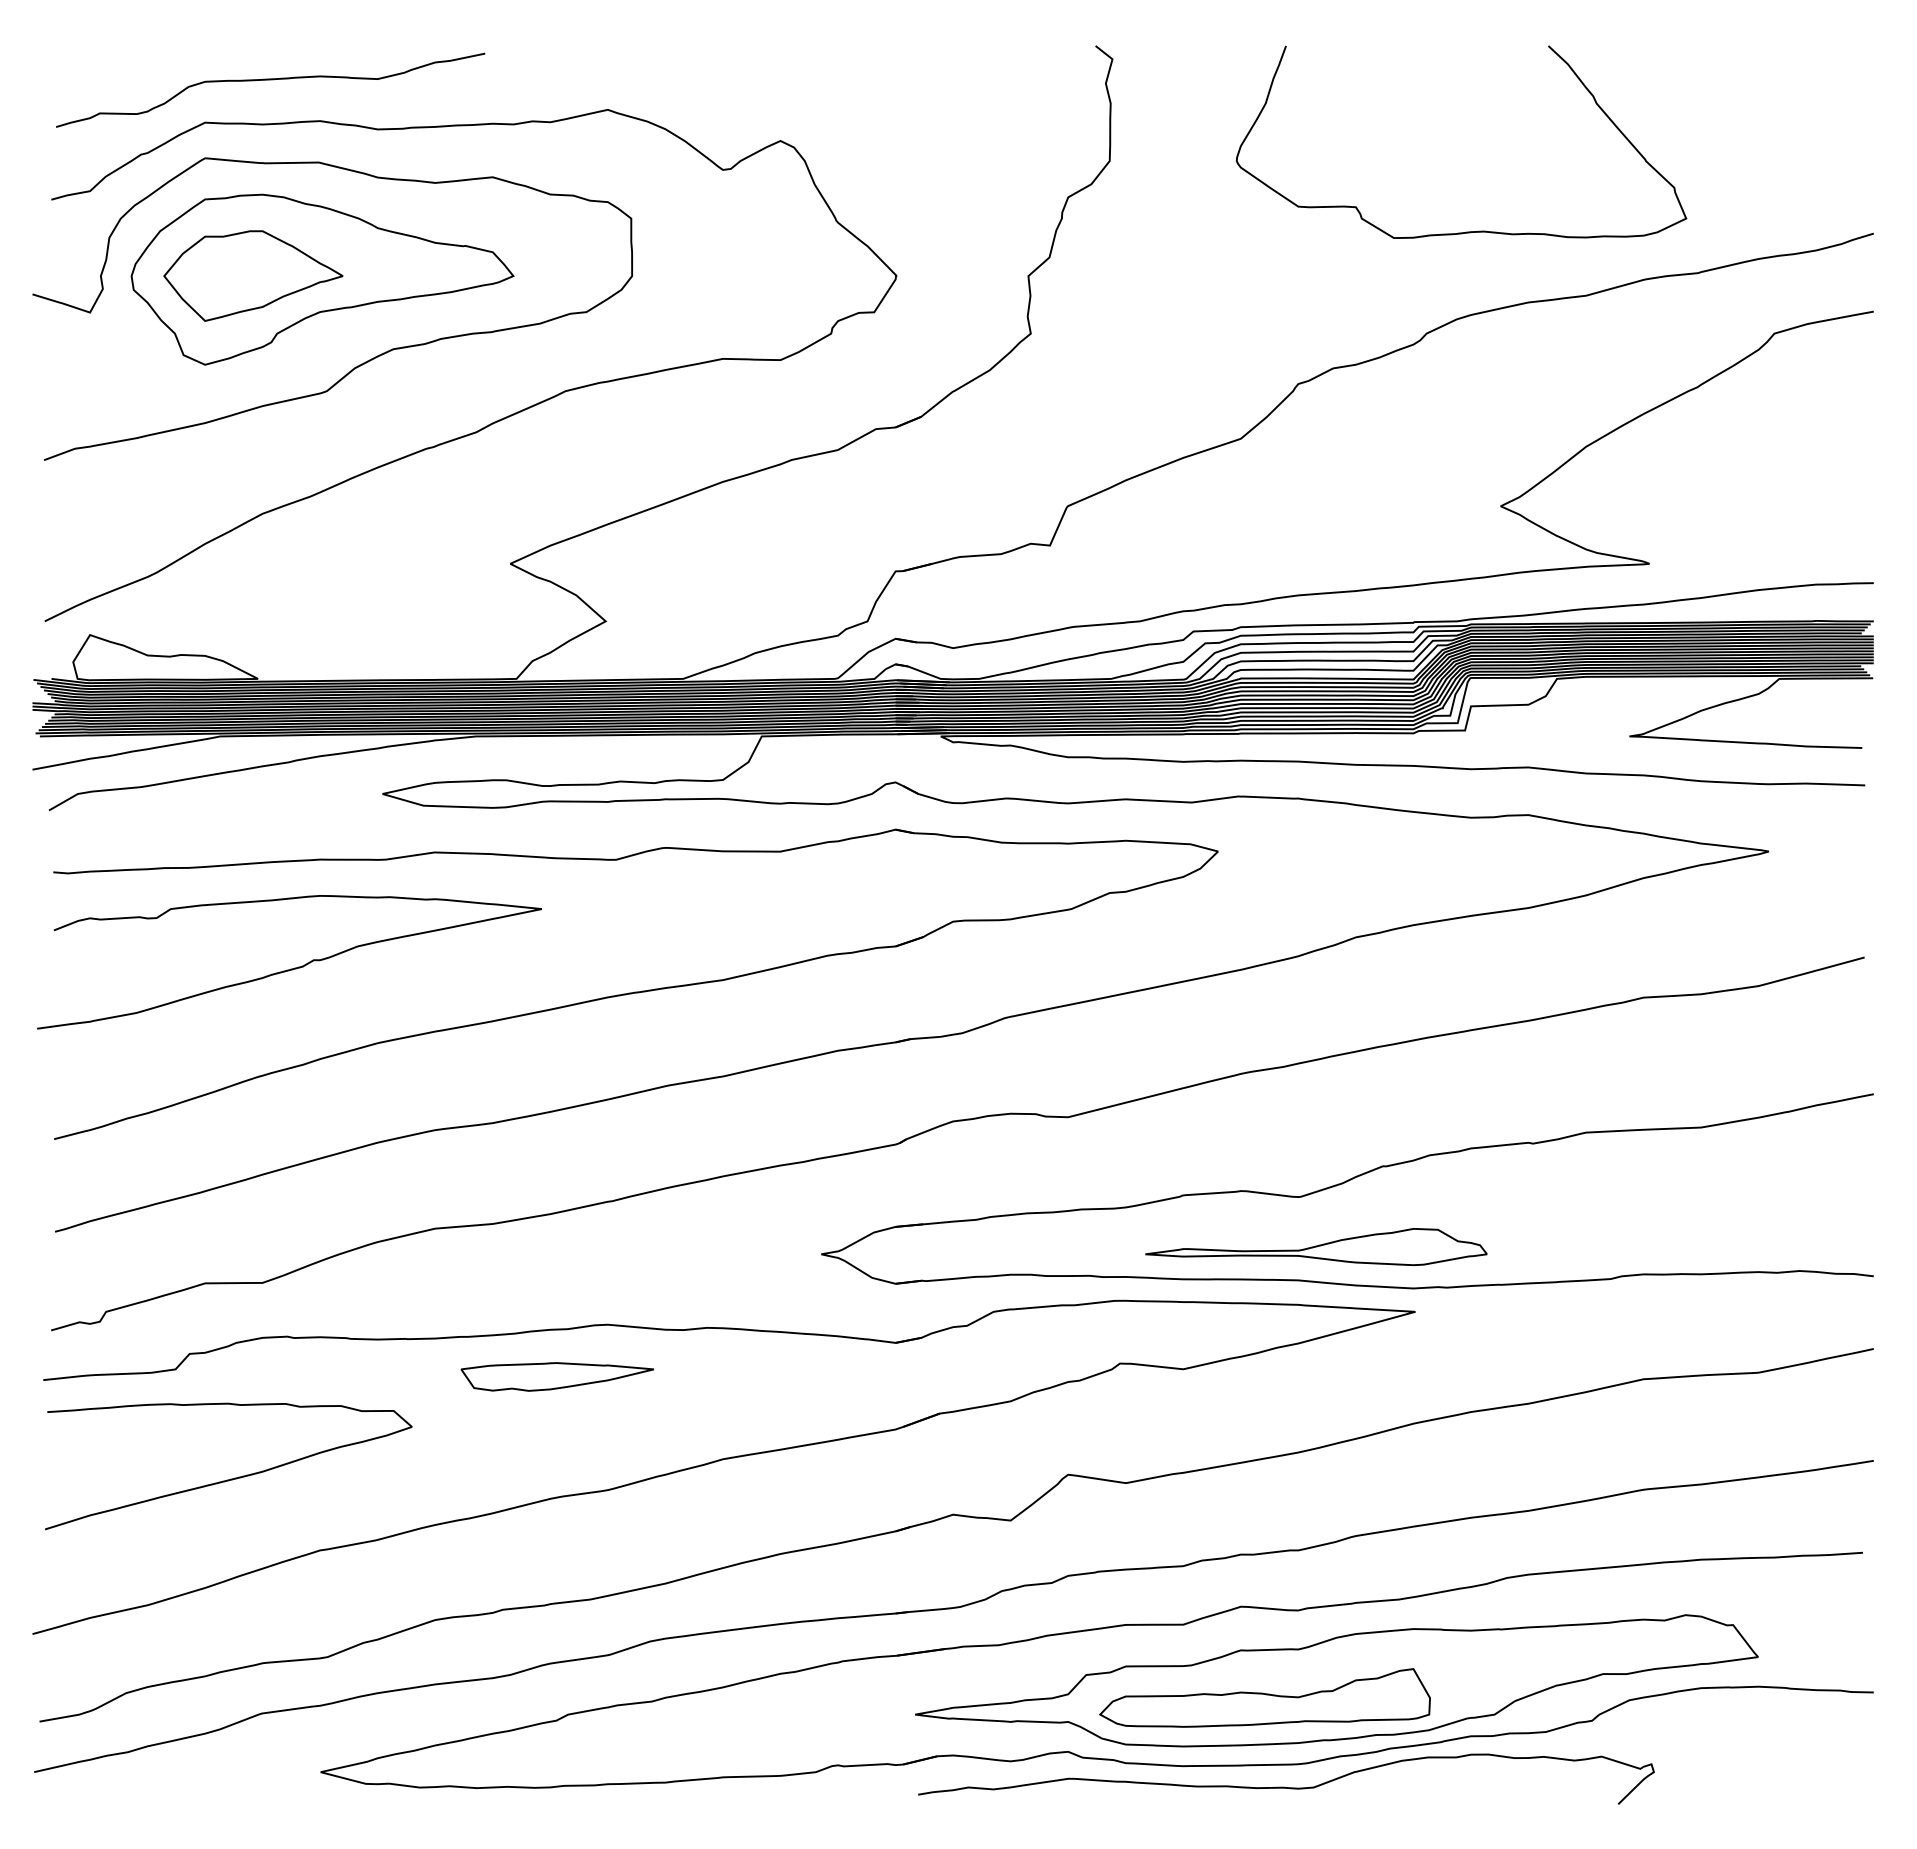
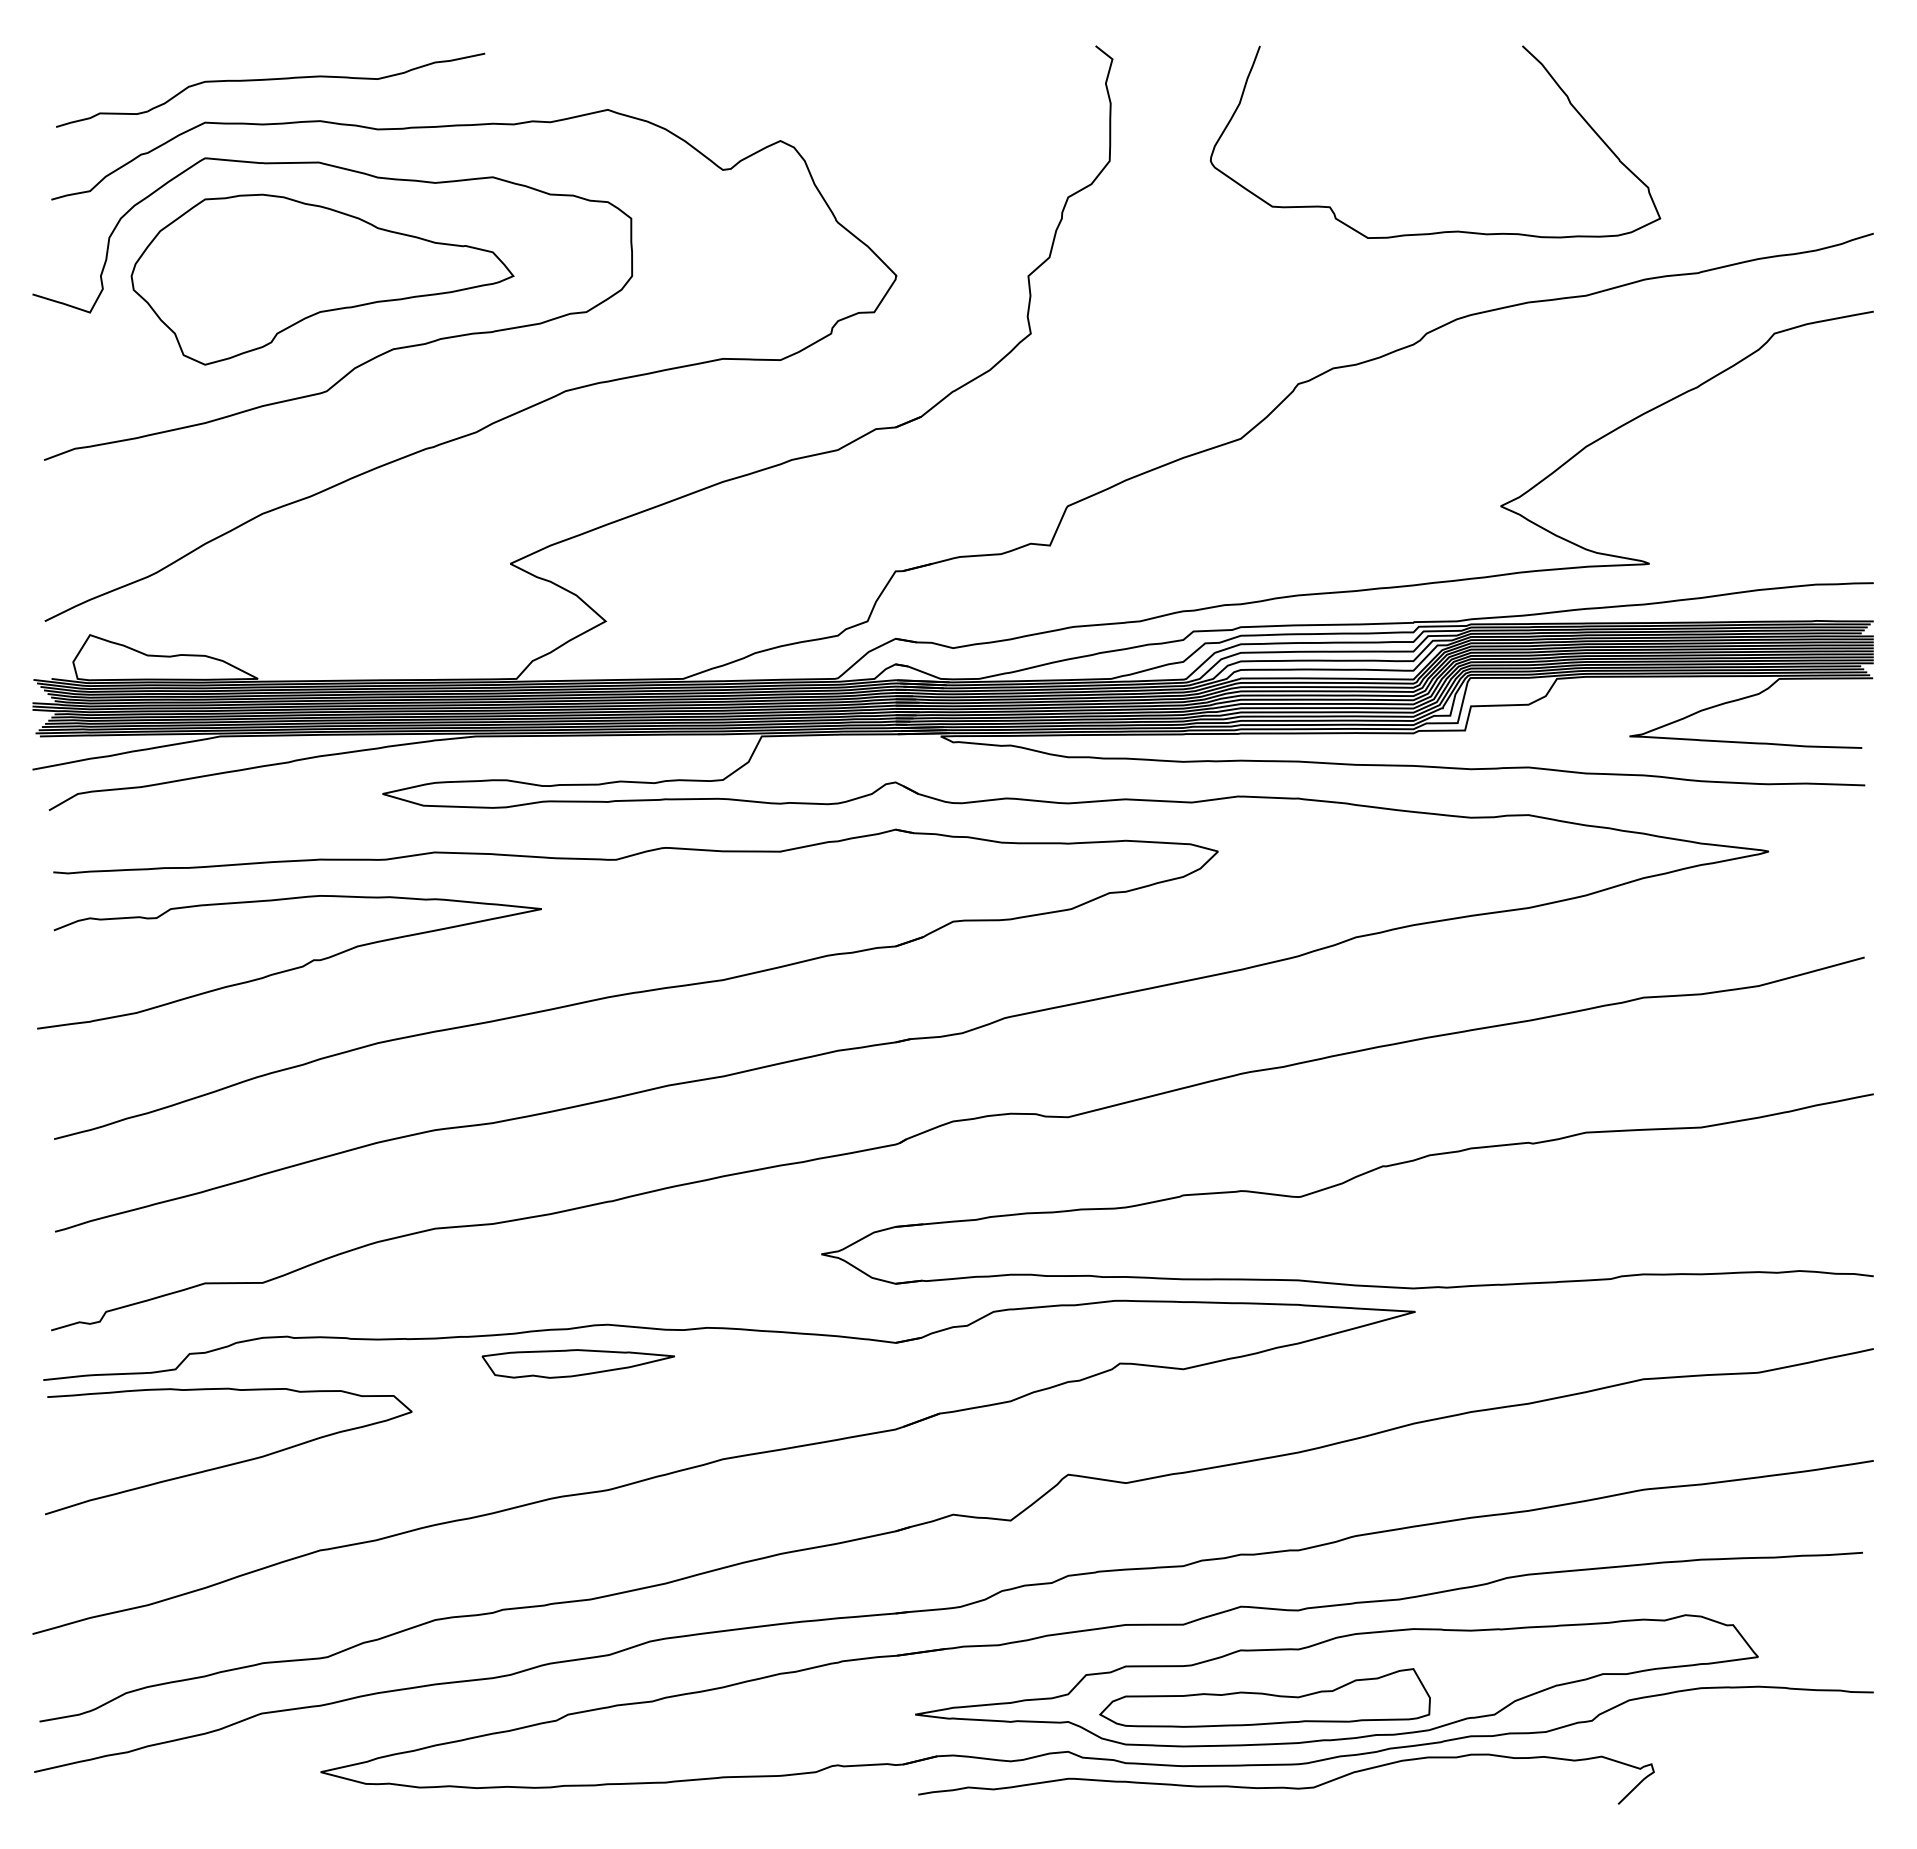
curve at (1465, 231) position: (1465, 231) -> (1439, 231)
part at (253, 275): present -> none
part at (1316, 1247): present -> none
part at (556, 1376) position: (556, 1376) -> (577, 1363)
curve at (230, 1478) position: (230, 1478) -> (230, 1463)
